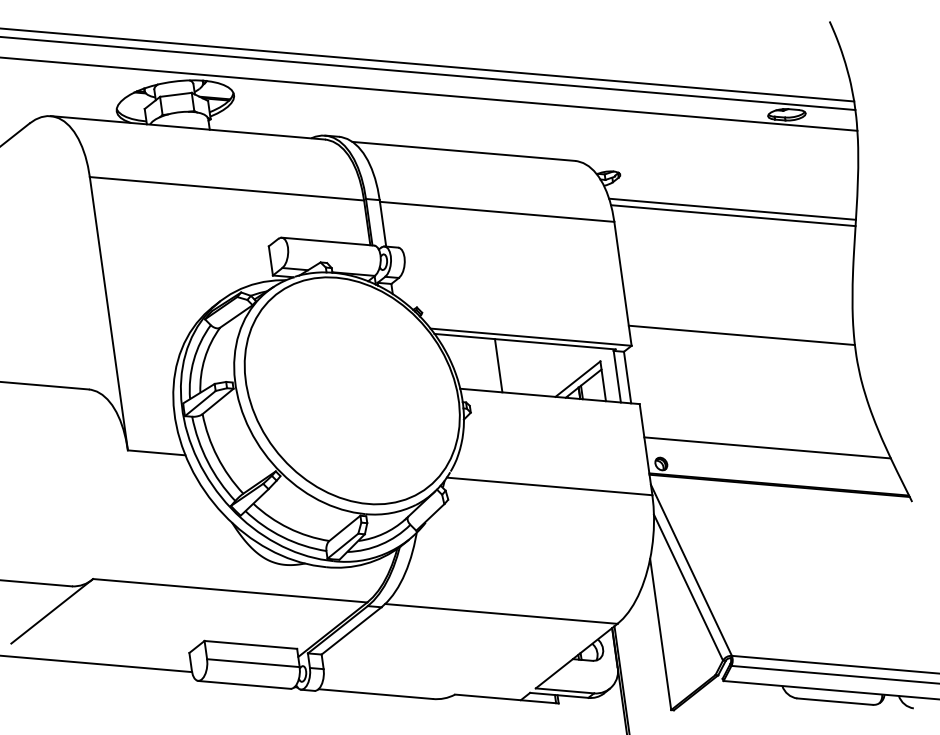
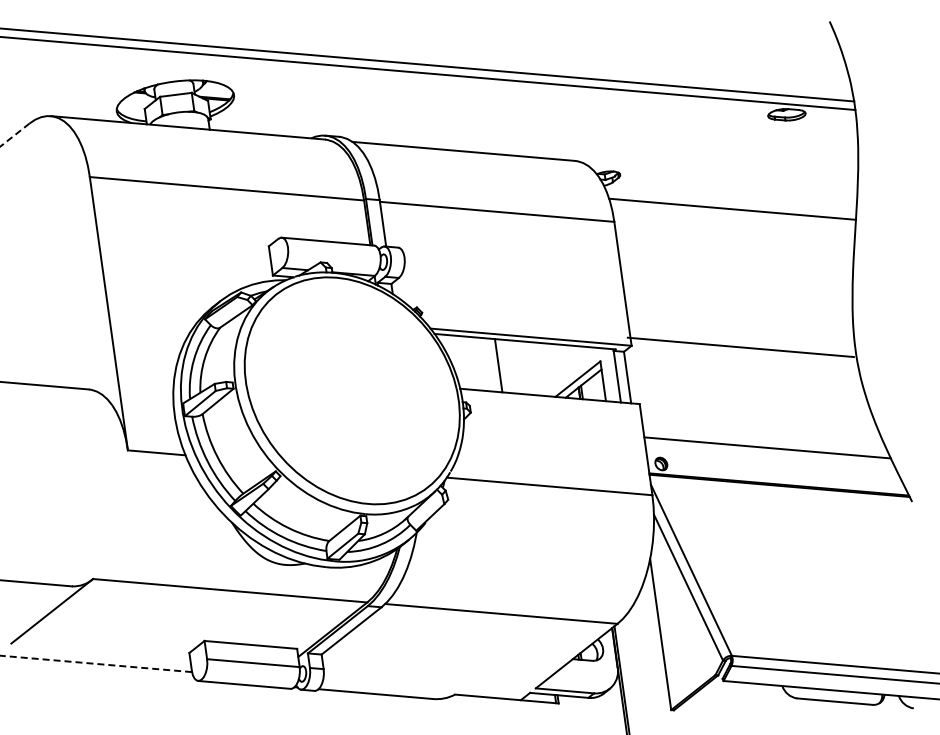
line at (429, 93): present -> none
line at (14, 135): solid -> dashed
line at (733, 215): present -> none
line at (741, 335) position: (741, 335) -> (740, 347)
line at (95, 663): solid -> dashed
